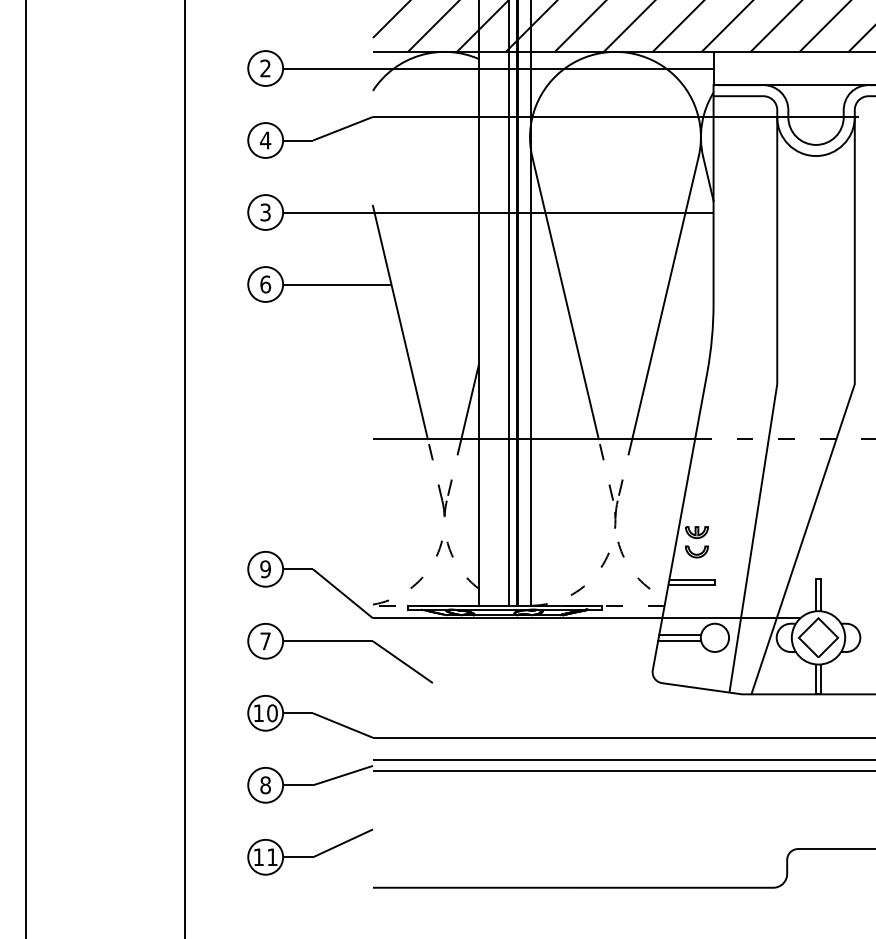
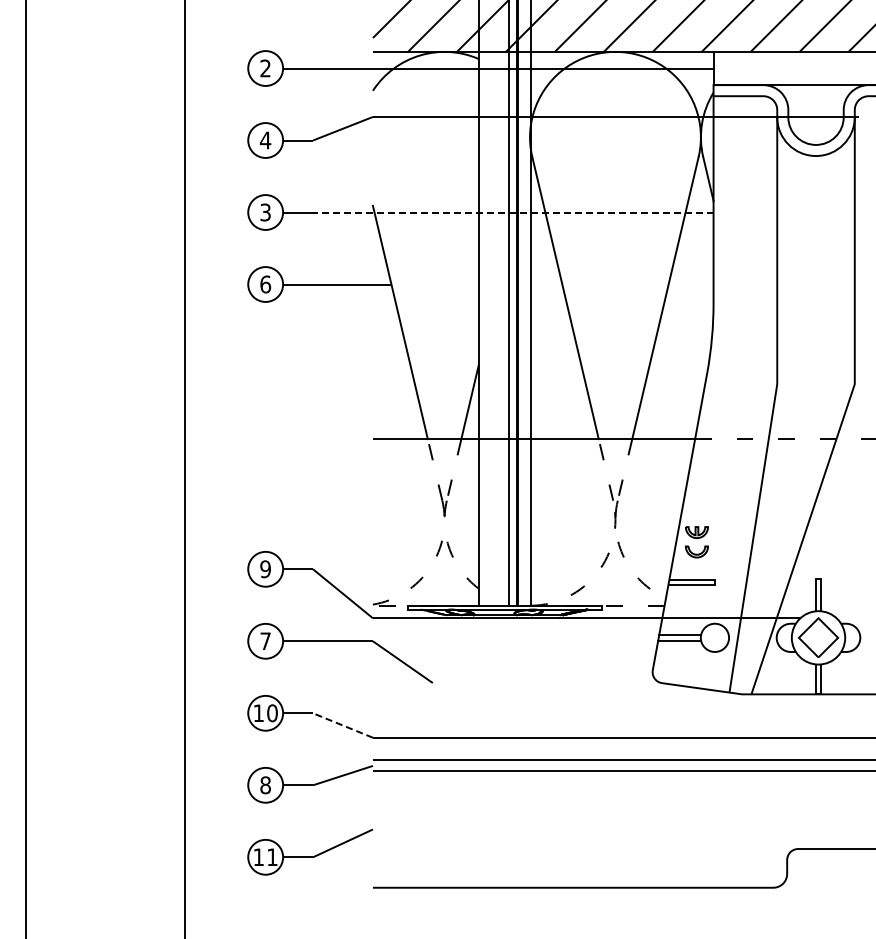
line at (512, 212): solid -> dashed
line at (342, 725): solid -> dashed
